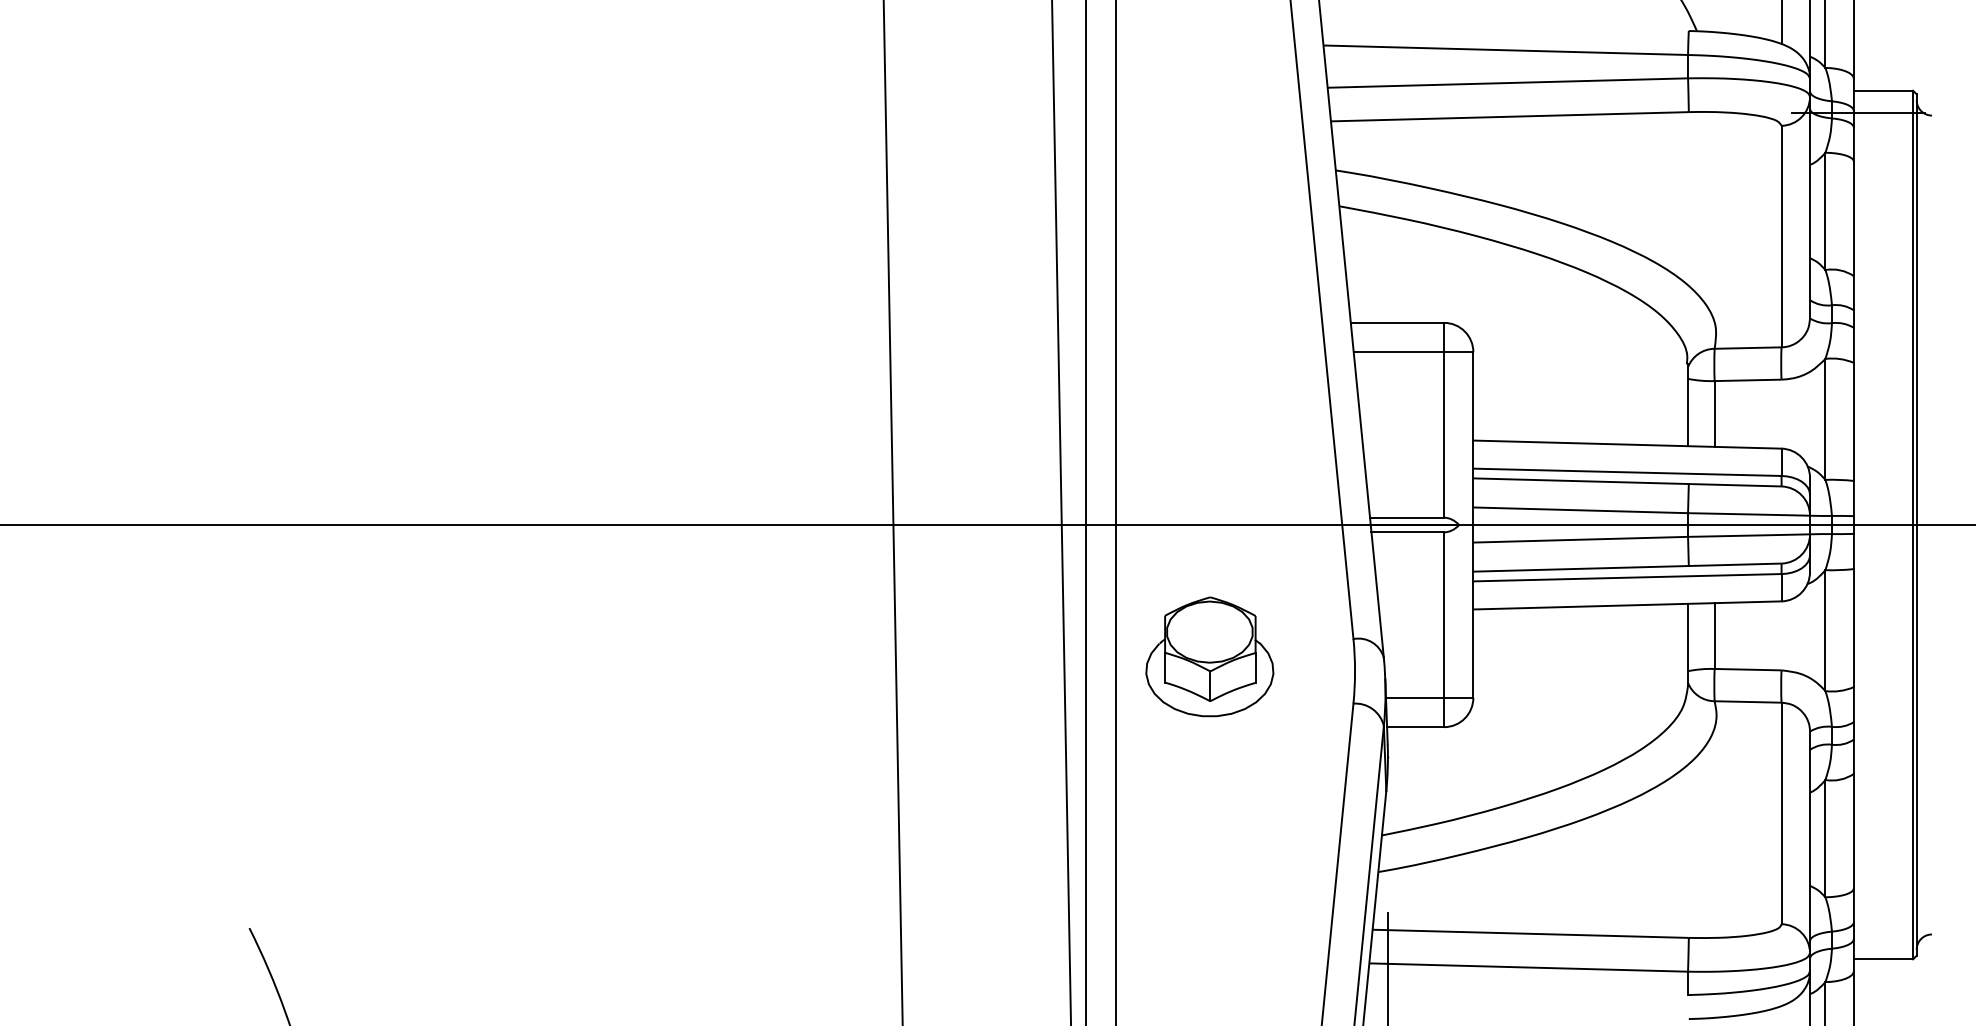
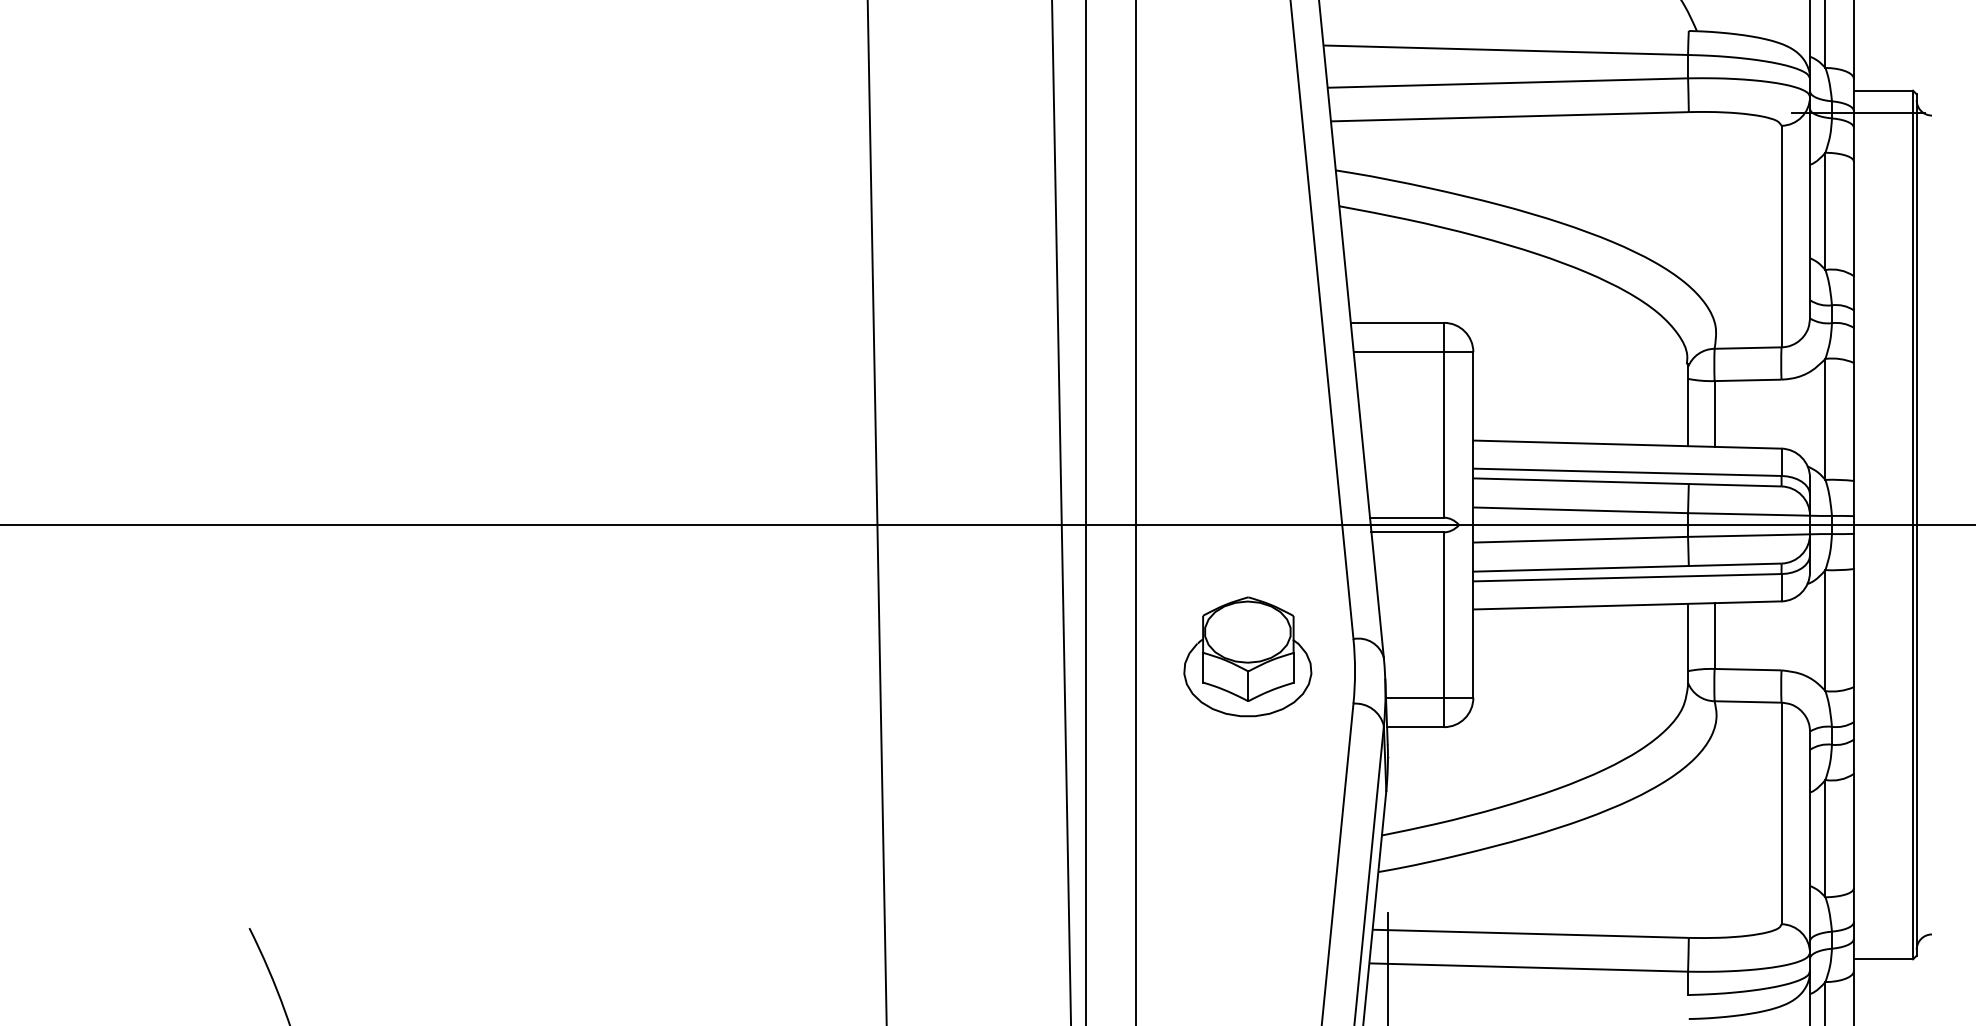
line at (1781, 23): present -> none
line at (892, 512) position: (892, 512) -> (876, 512)
line at (1116, 512) position: (1116, 512) -> (1136, 512)
part at (1209, 656) position: (1209, 656) -> (1247, 656)
